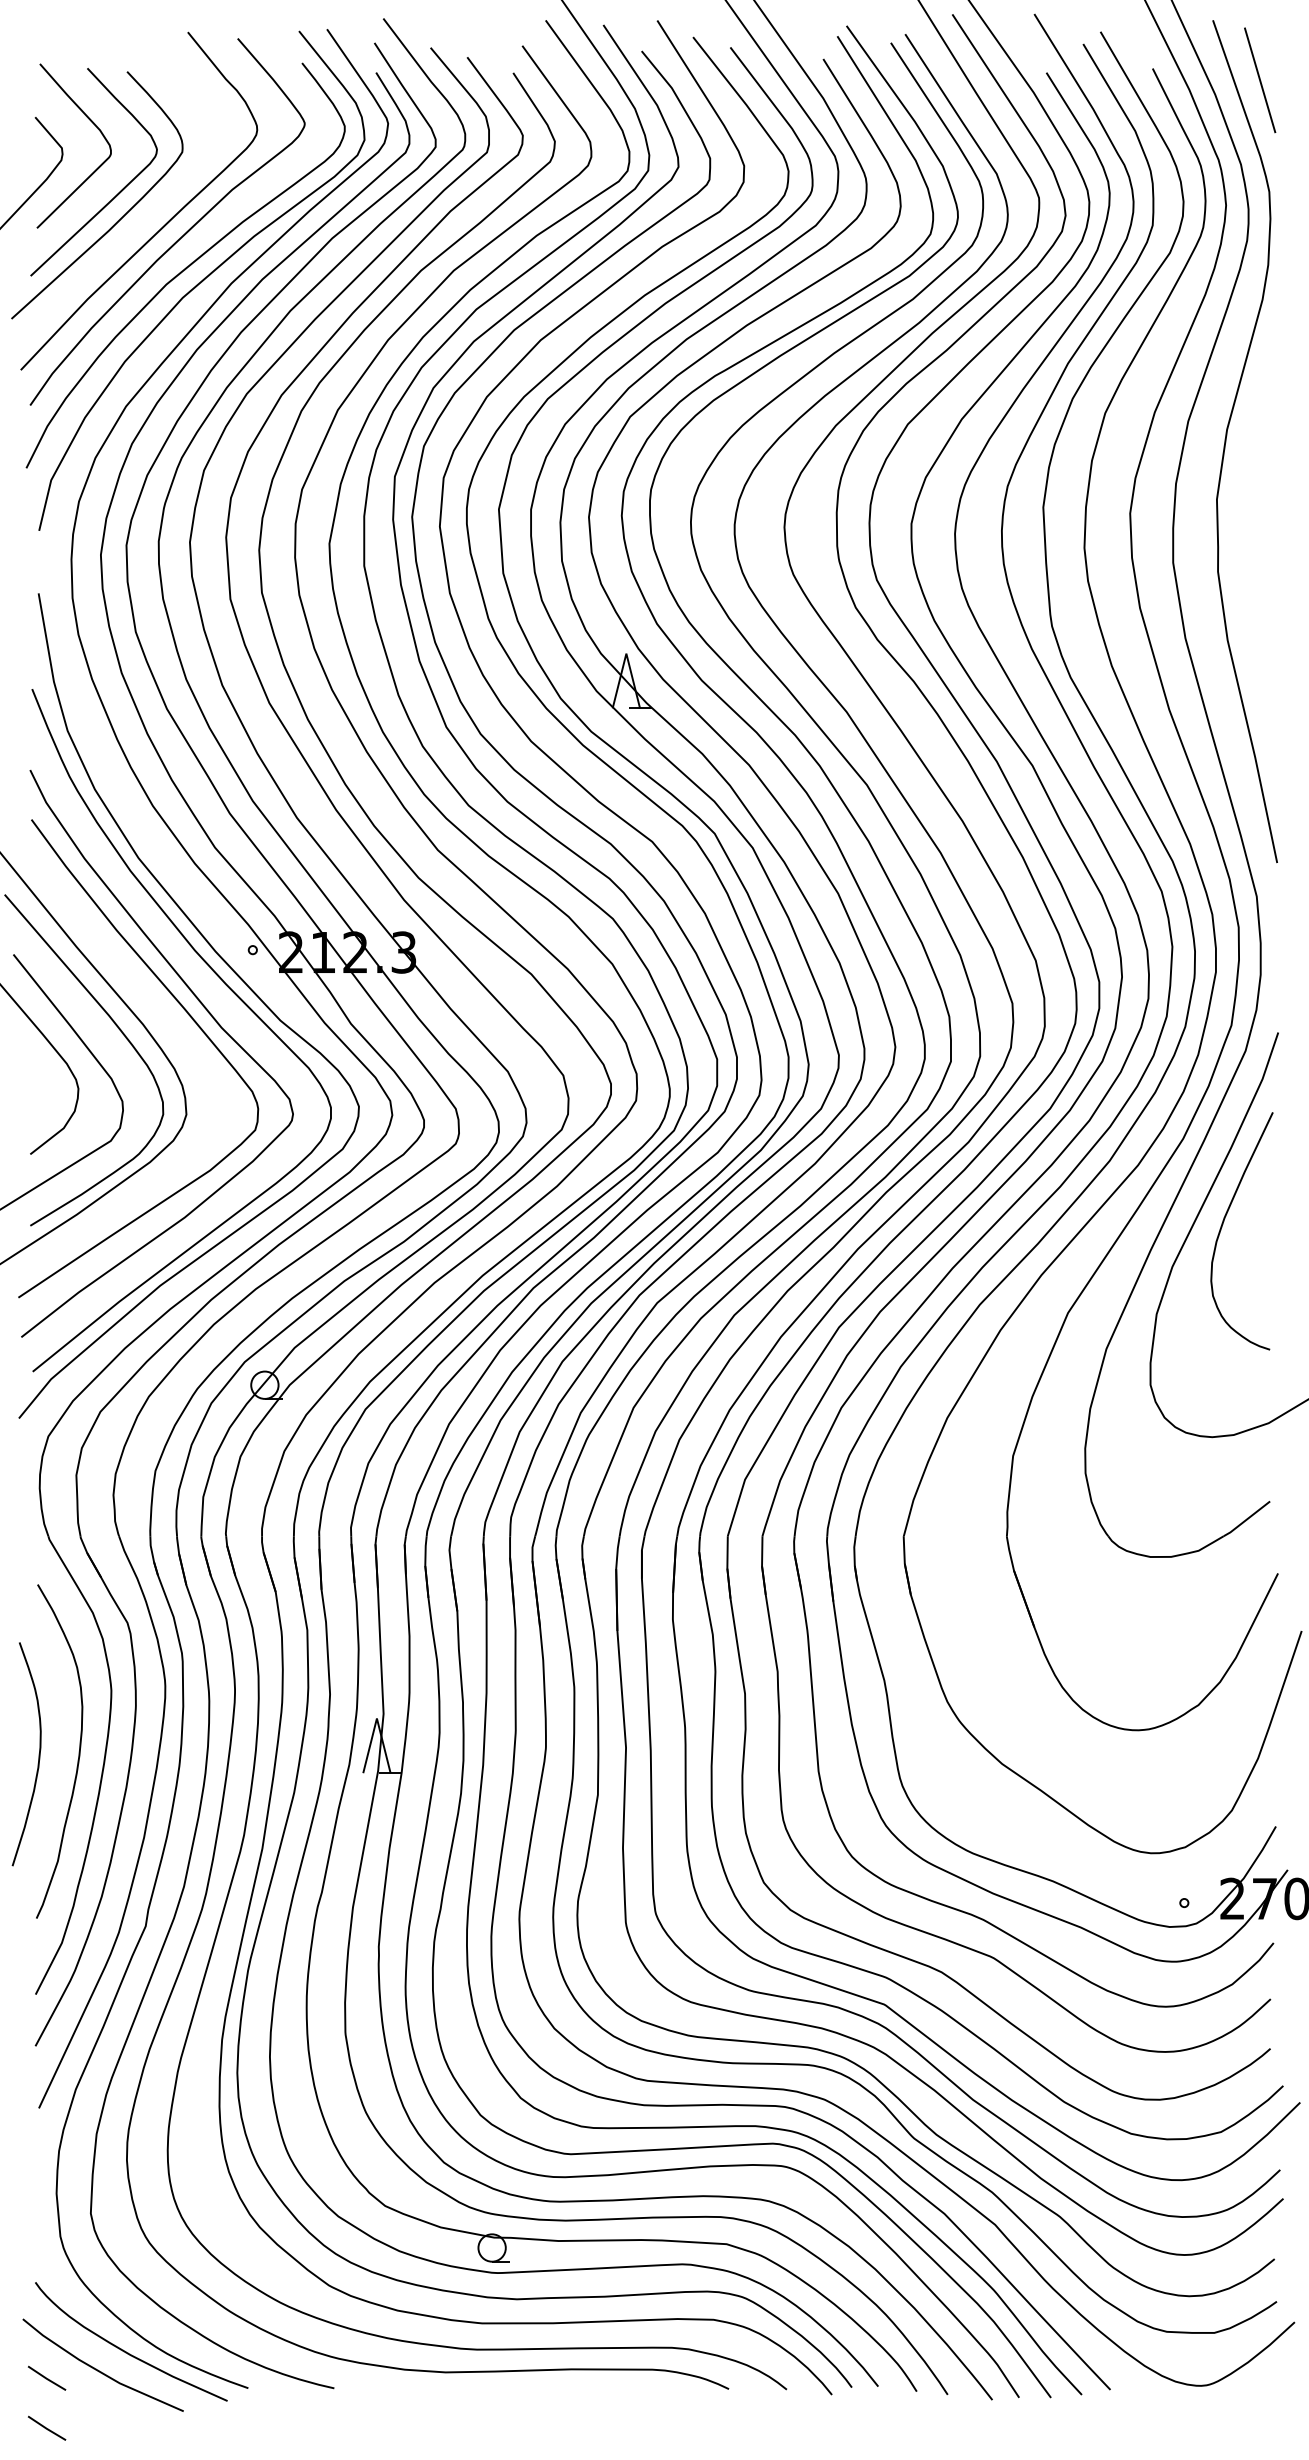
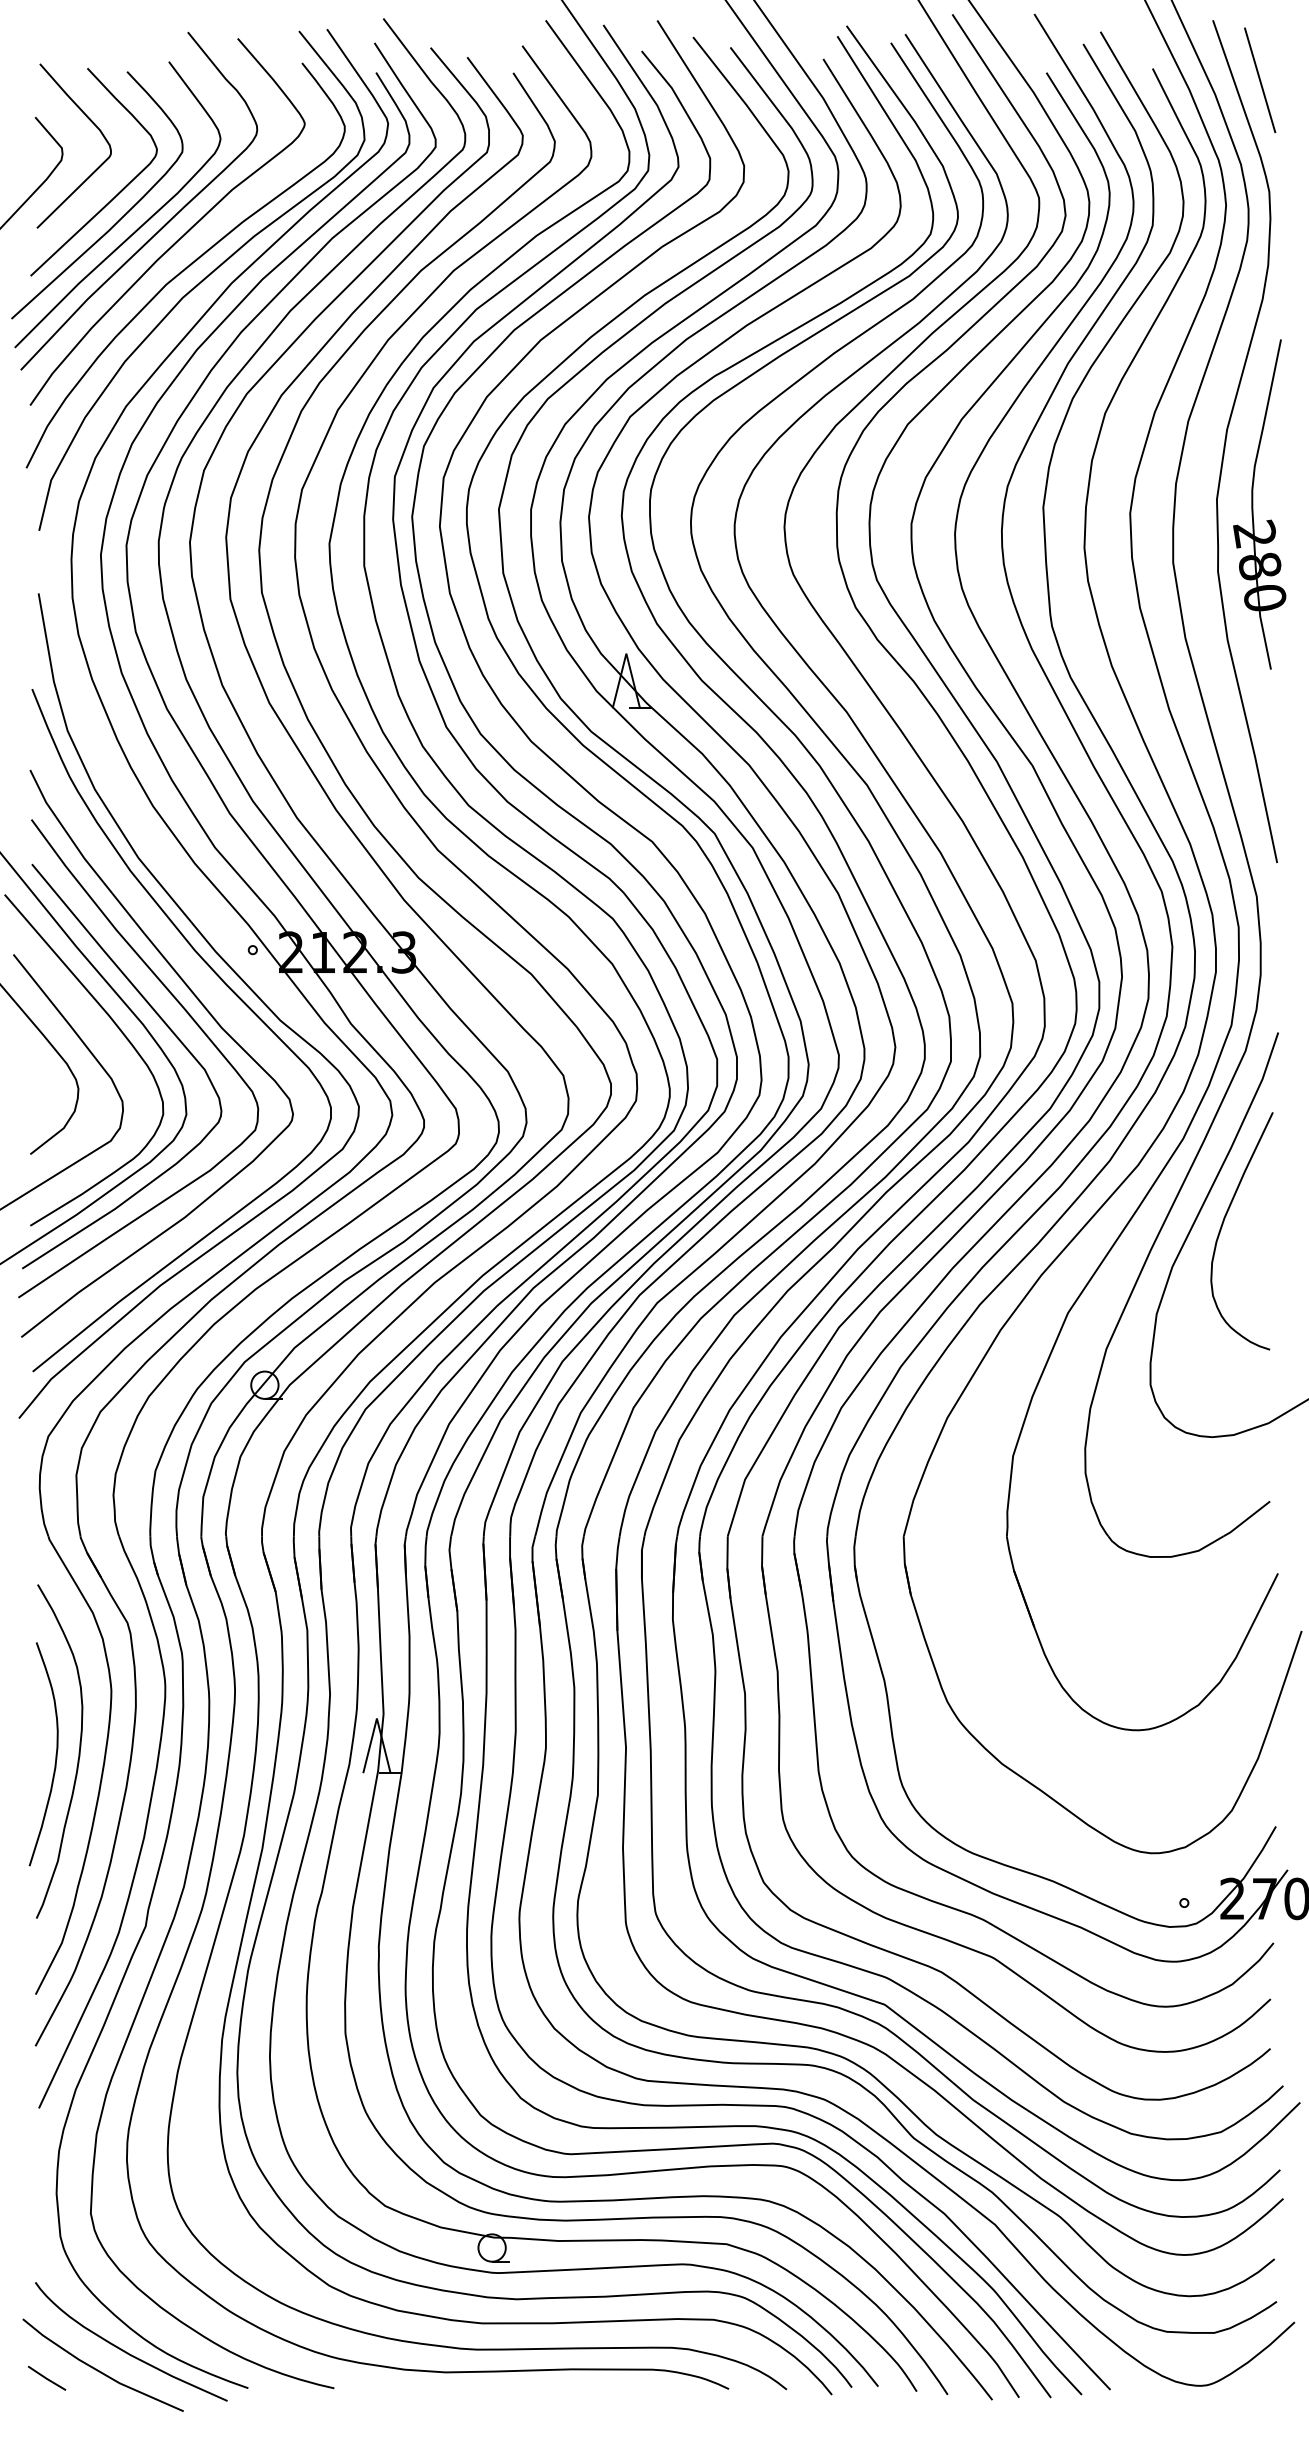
curve at (139, 226): none -> present
part at (1259, 504): none -> present
curve at (166, 1026): none -> present
curve at (38, 1754) position: (38, 1754) -> (55, 1754)
line at (46, 2427): present -> none
